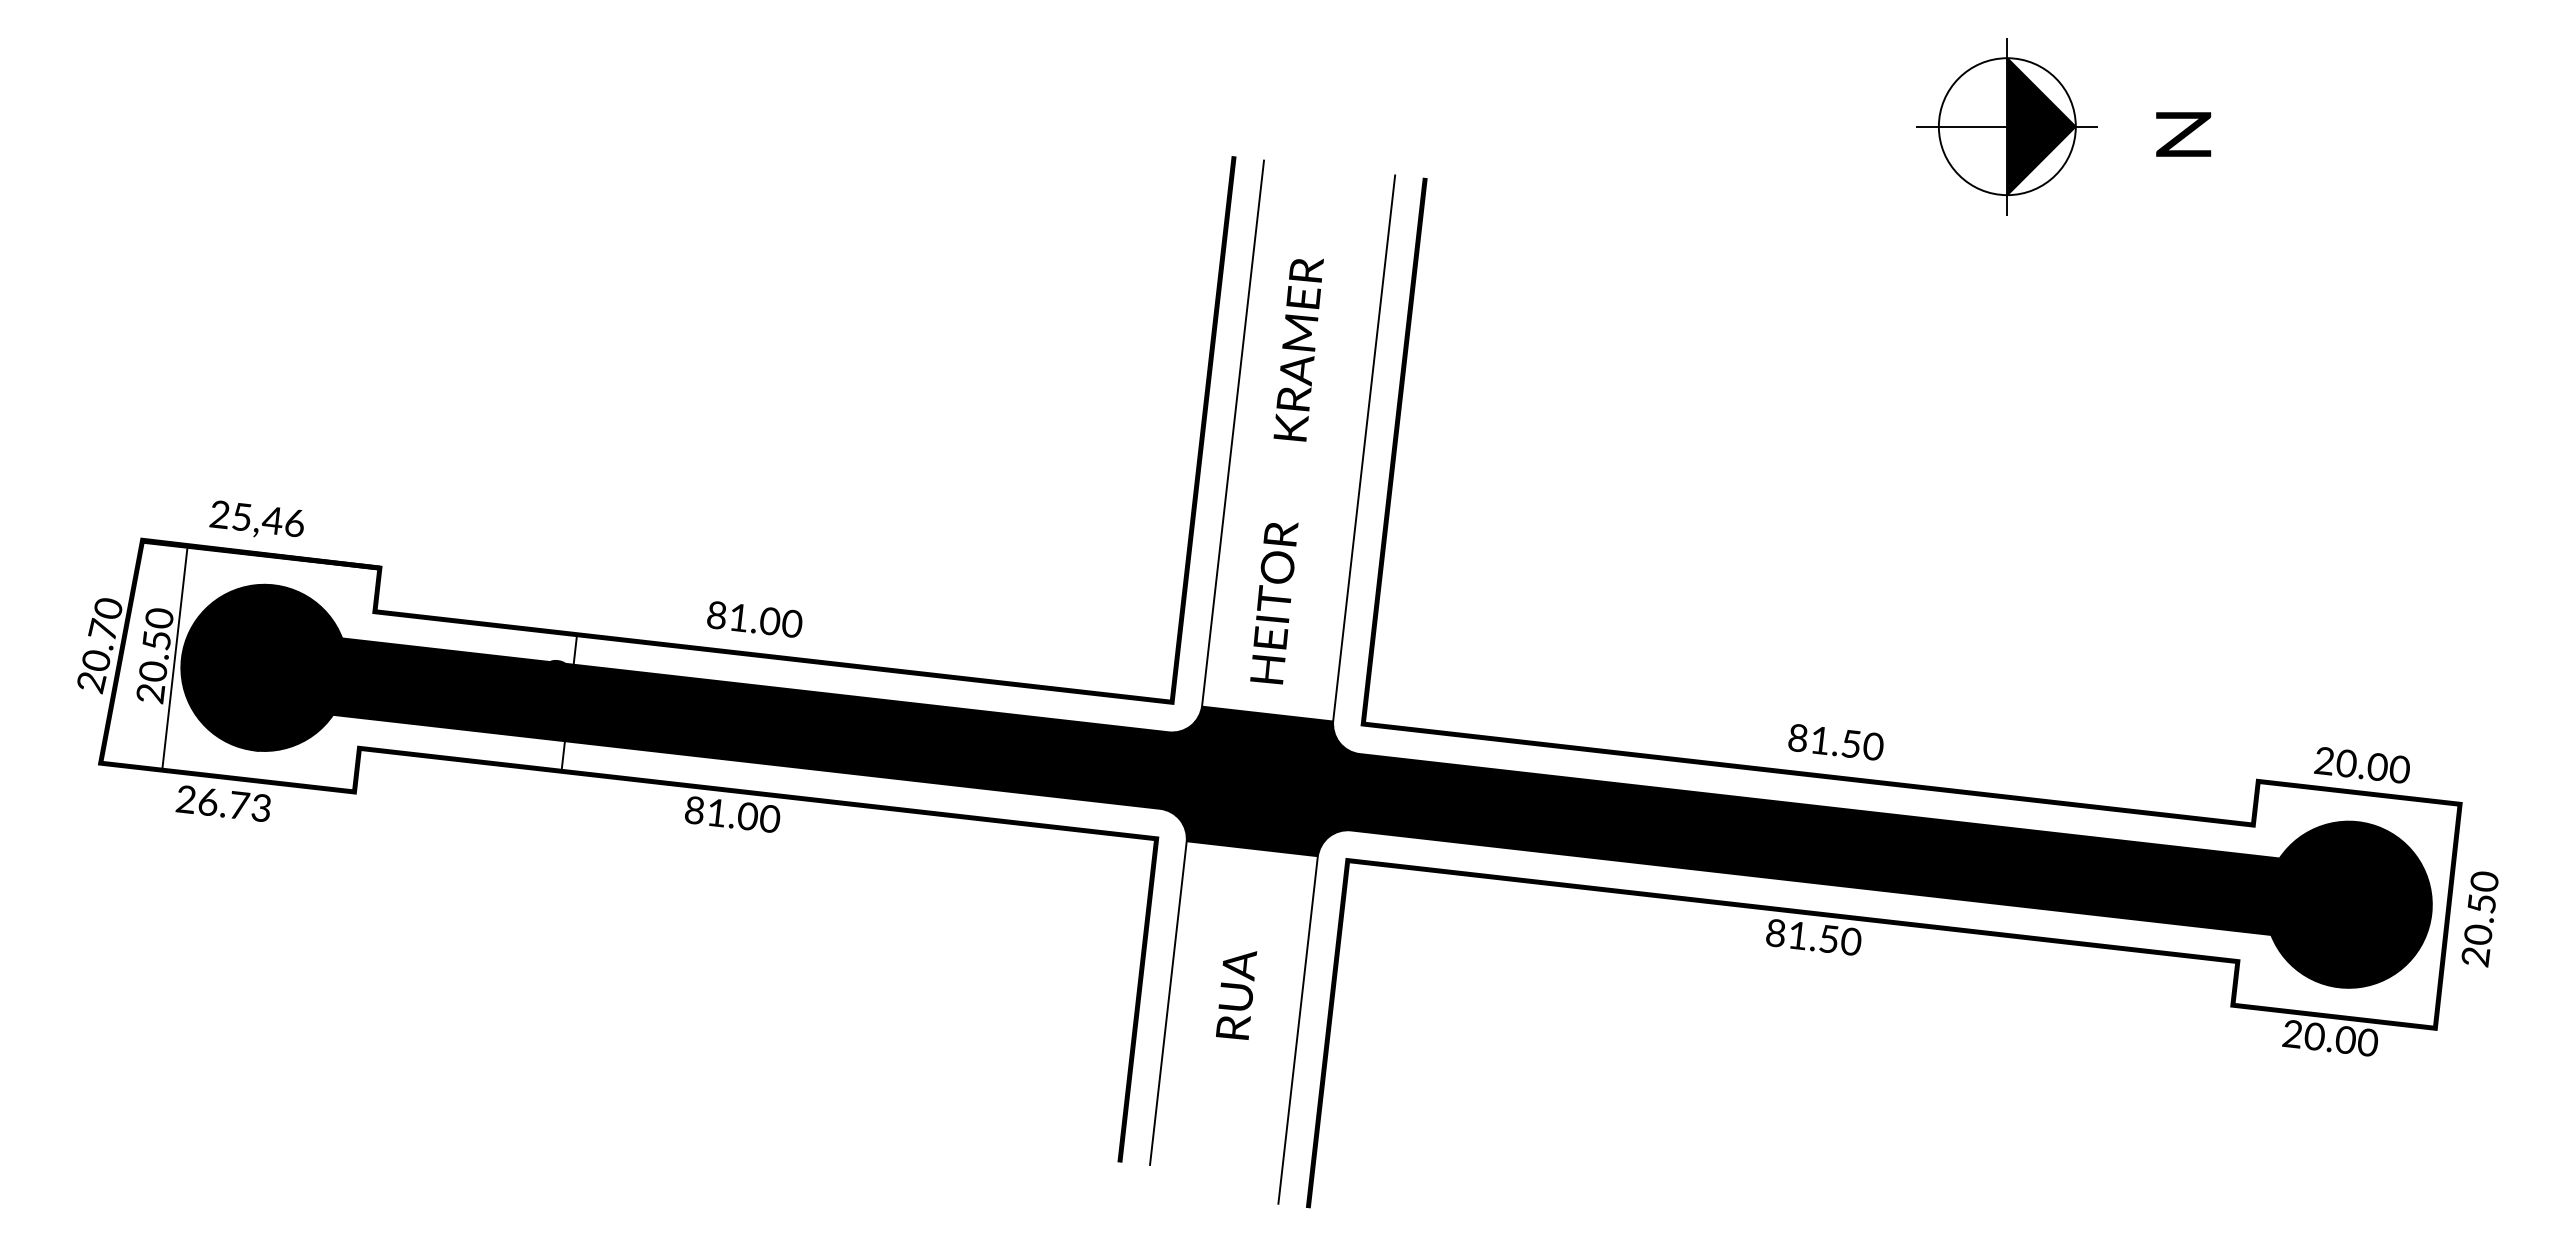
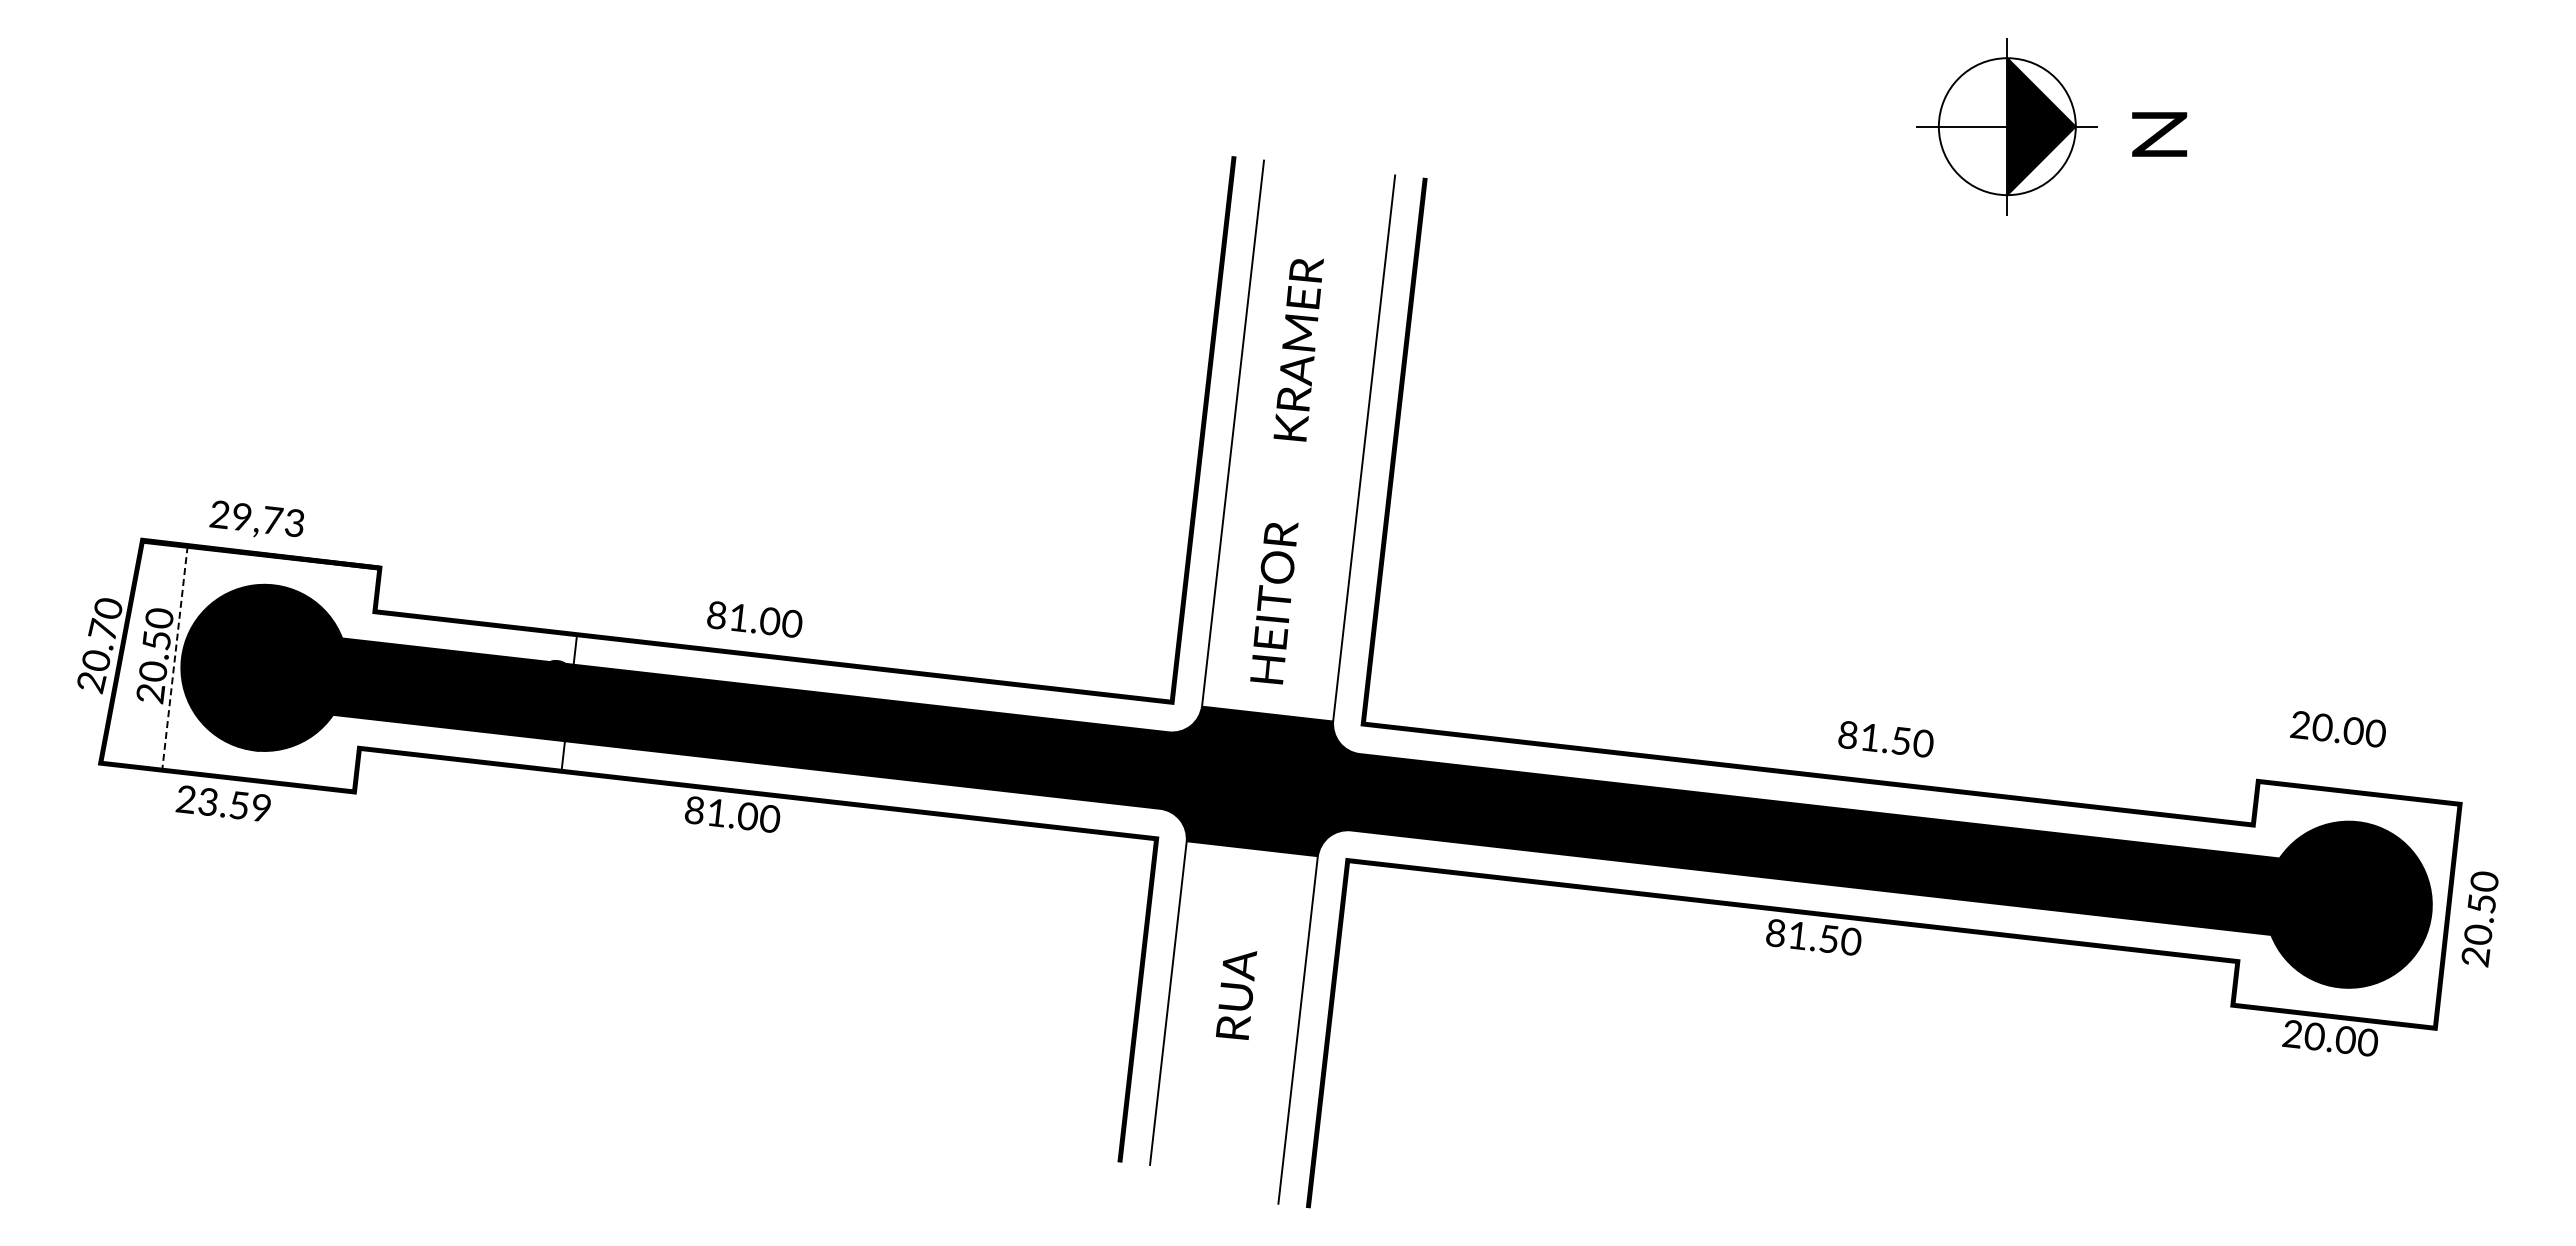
text at (2183, 134) position: (2183, 134) -> (2159, 134)
text at (267, 519): 25,46 -> 29,73
line at (174, 658): solid -> dashed
text at (1835, 742) position: (1835, 742) -> (1885, 739)
text at (2361, 765) position: (2361, 765) -> (2337, 729)
text at (234, 804): 26.73 -> 23.59
